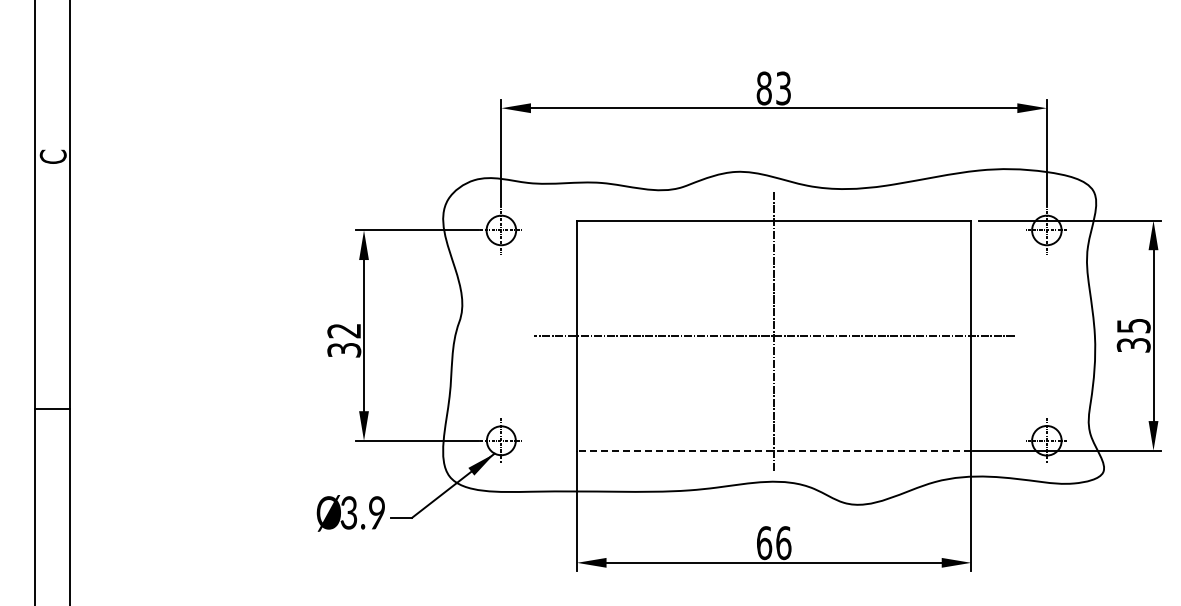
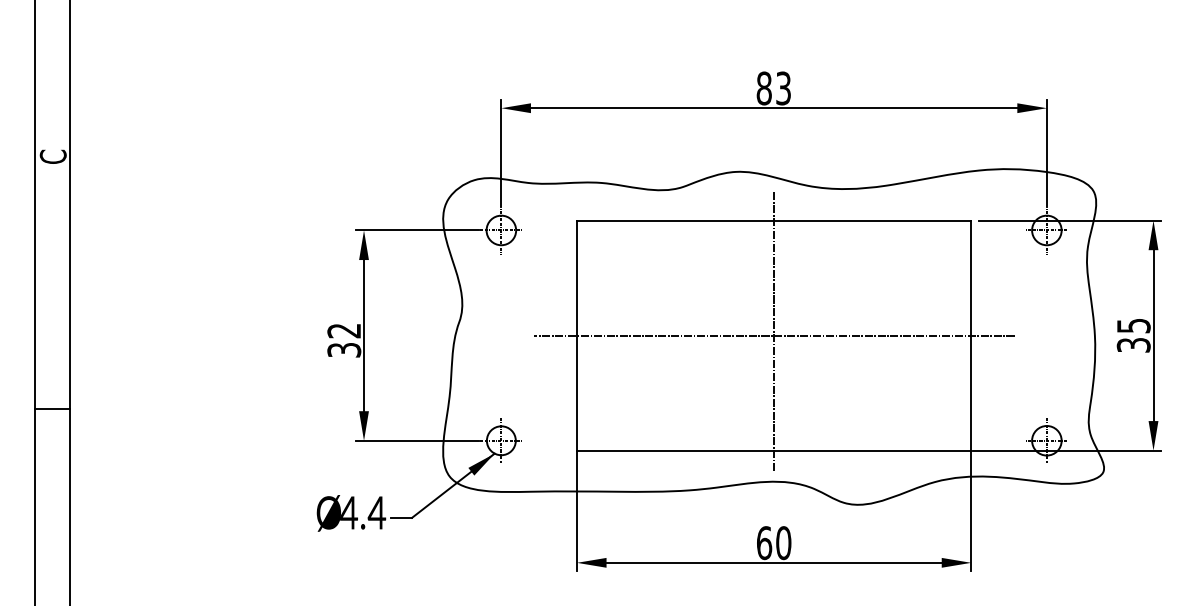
line at (773, 450): dashed -> solid
text at (363, 512): 3.9 -> 4.4
text at (783, 542): 66 -> 60
